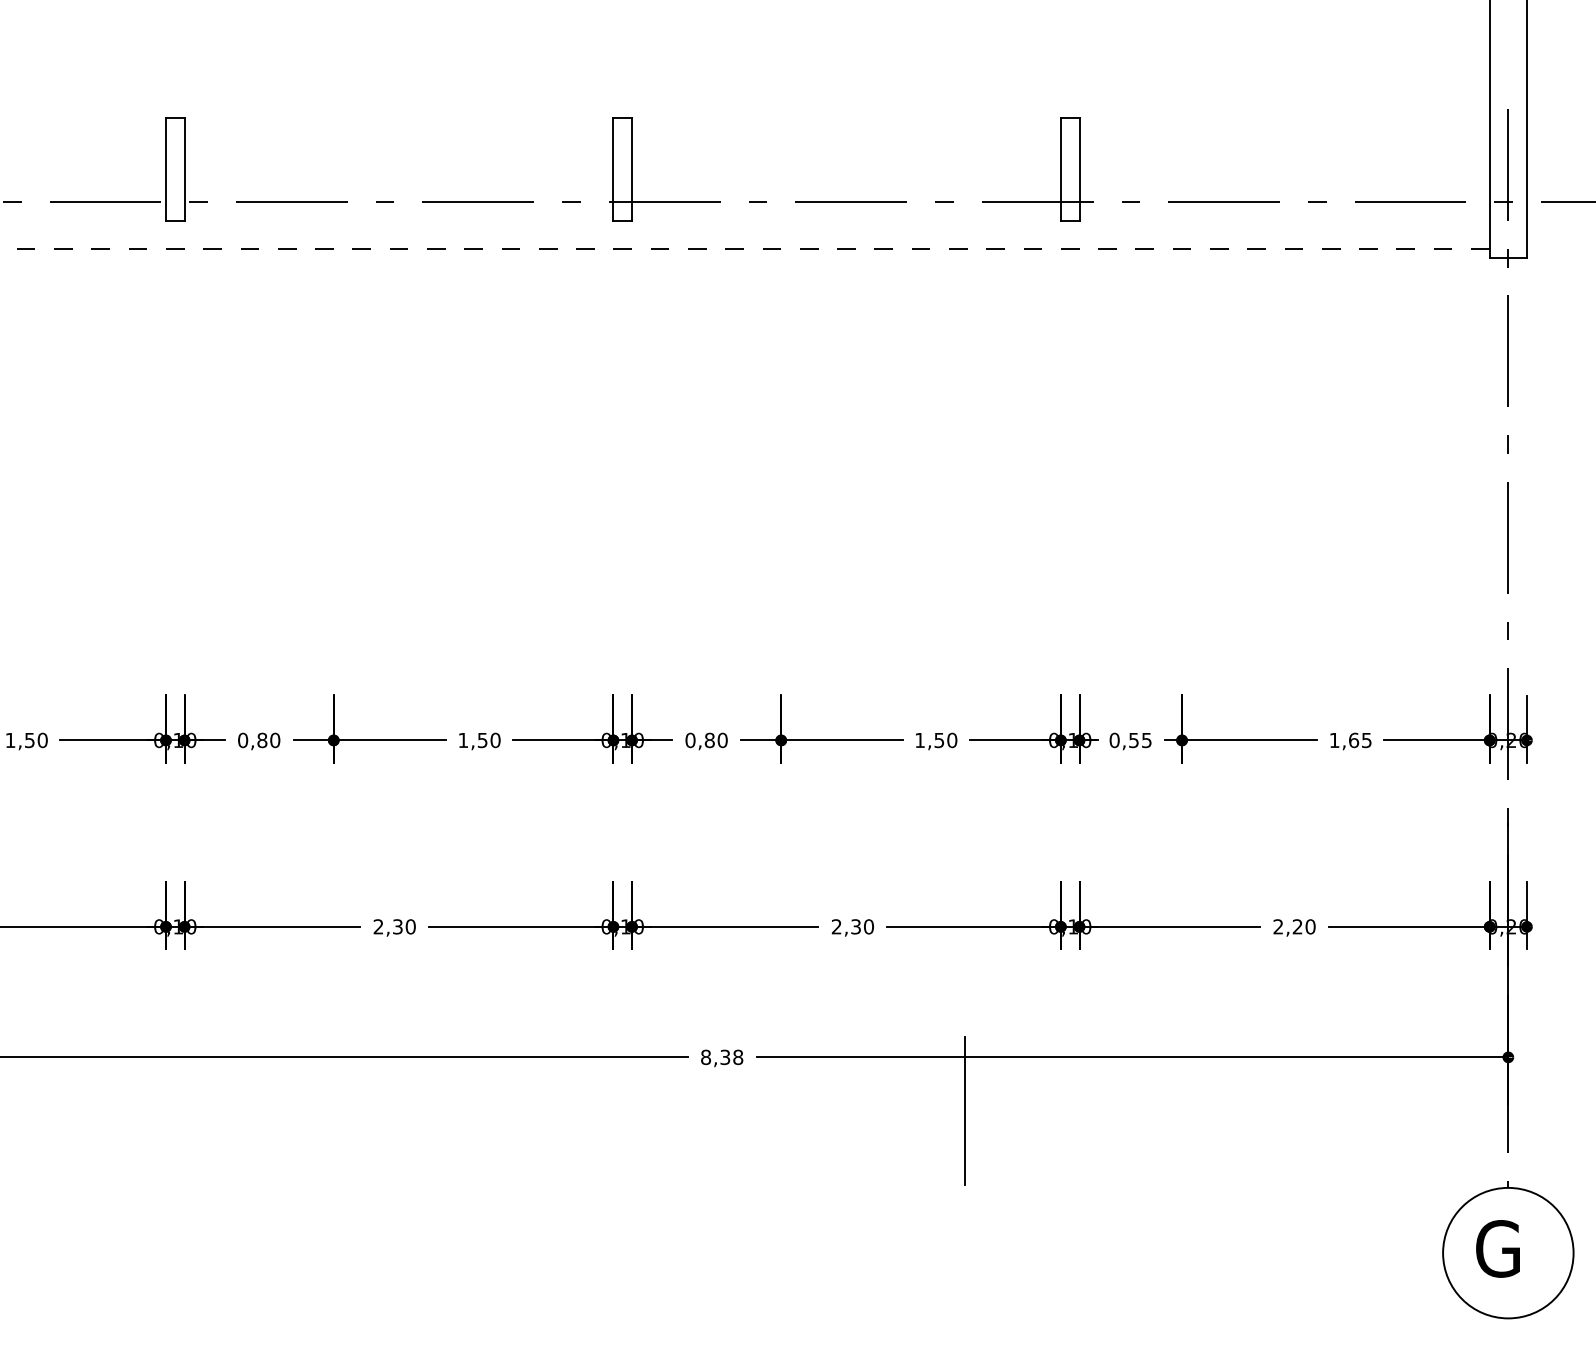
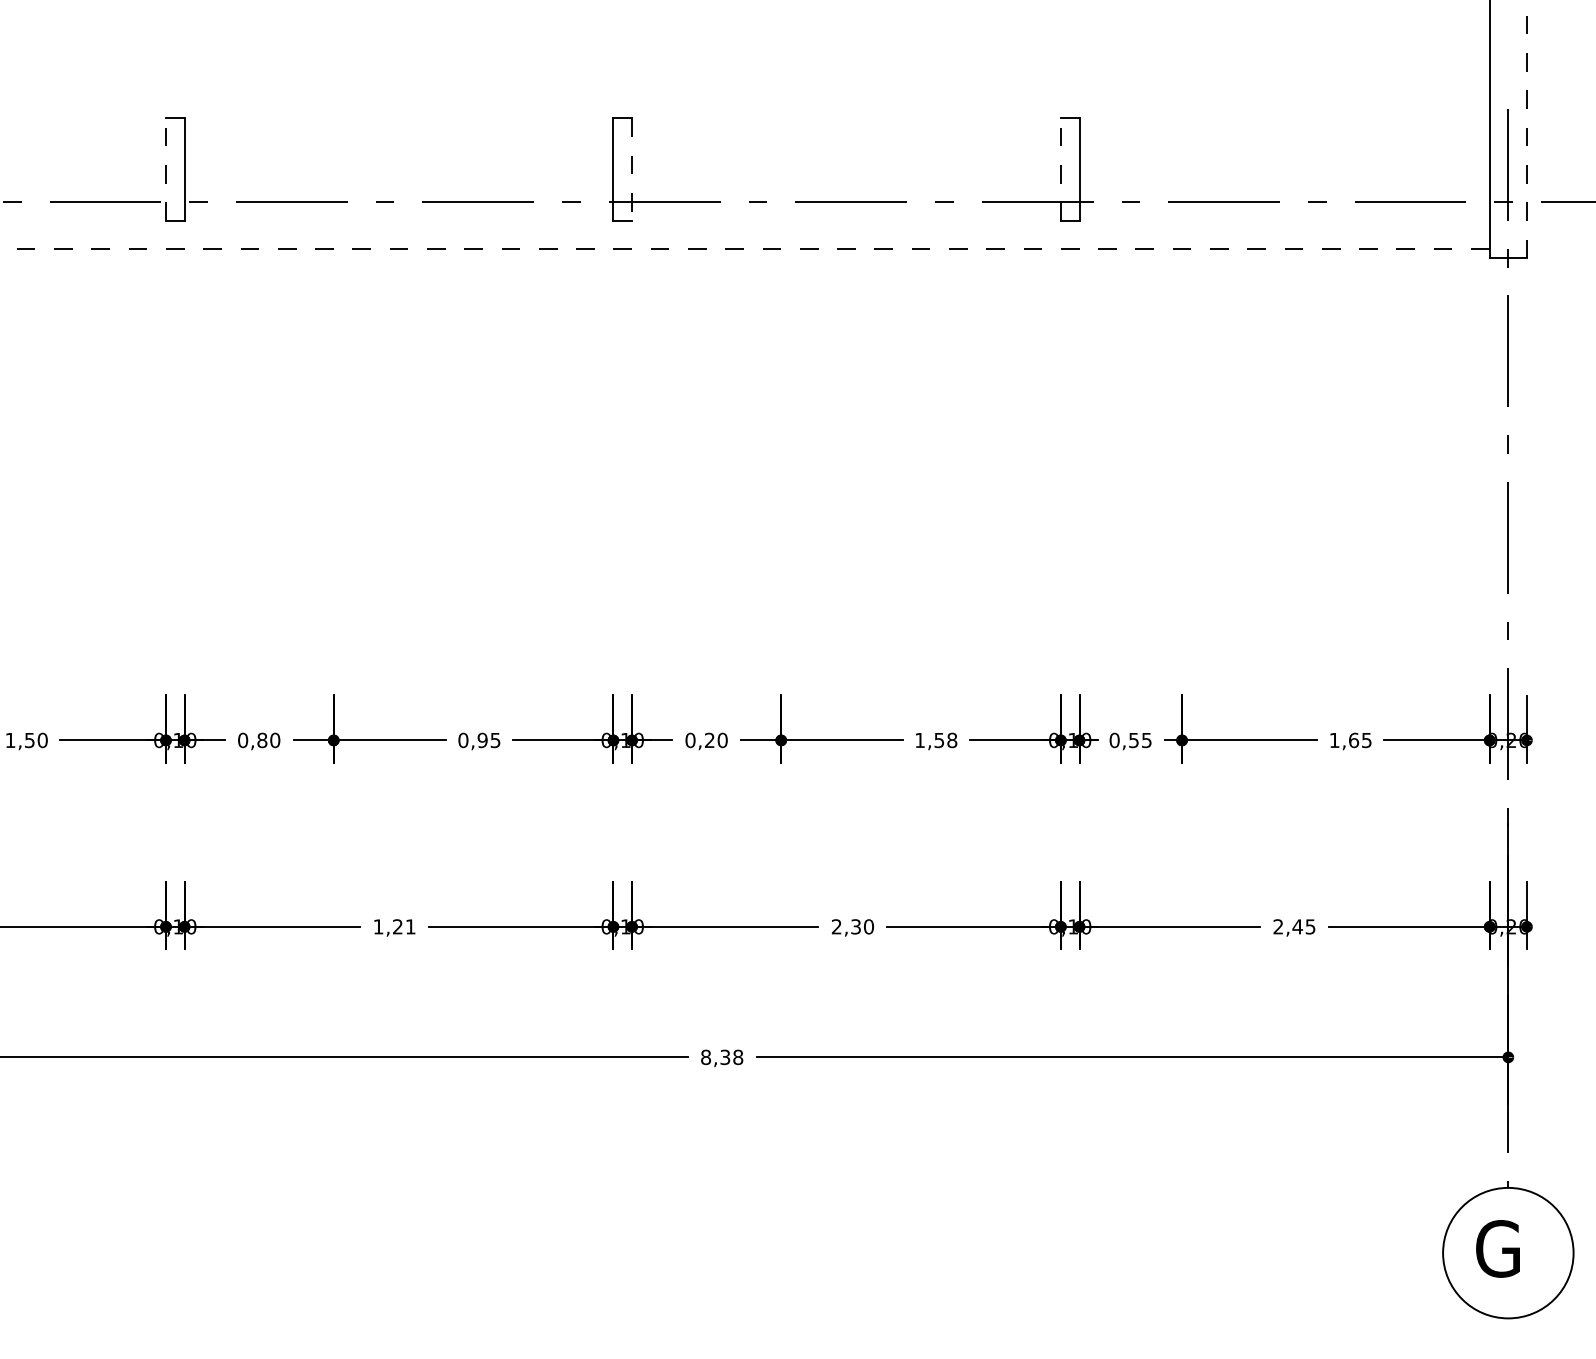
line at (1526, 129): solid -> dashed
line at (165, 169): solid -> dashed
line at (1060, 169): solid -> dashed
line at (632, 170): solid -> dashed
text at (479, 740): 1,50 -> 0,95
text at (709, 740): 0,80 -> 0,20
text at (952, 740): 1,50 -> 1,58
text at (394, 926): 2,30 -> 1,21
text at (1303, 926): 2,20 -> 2,45
line at (965, 1110): present -> none
